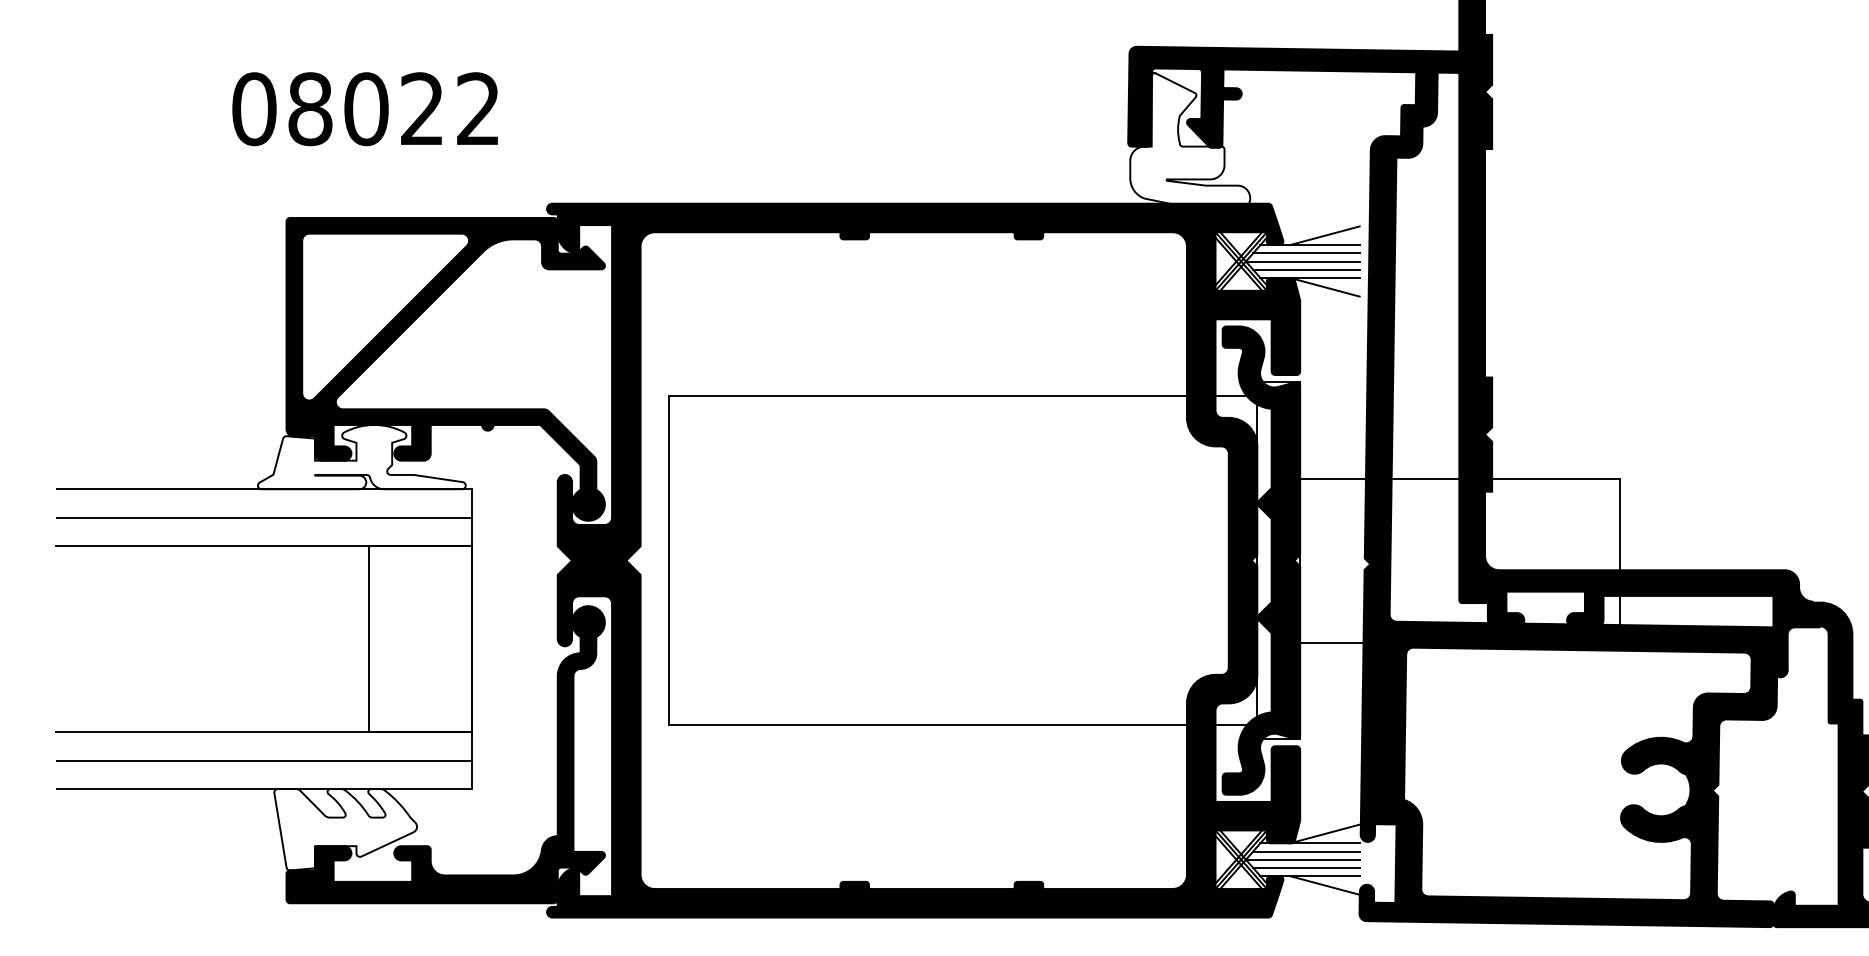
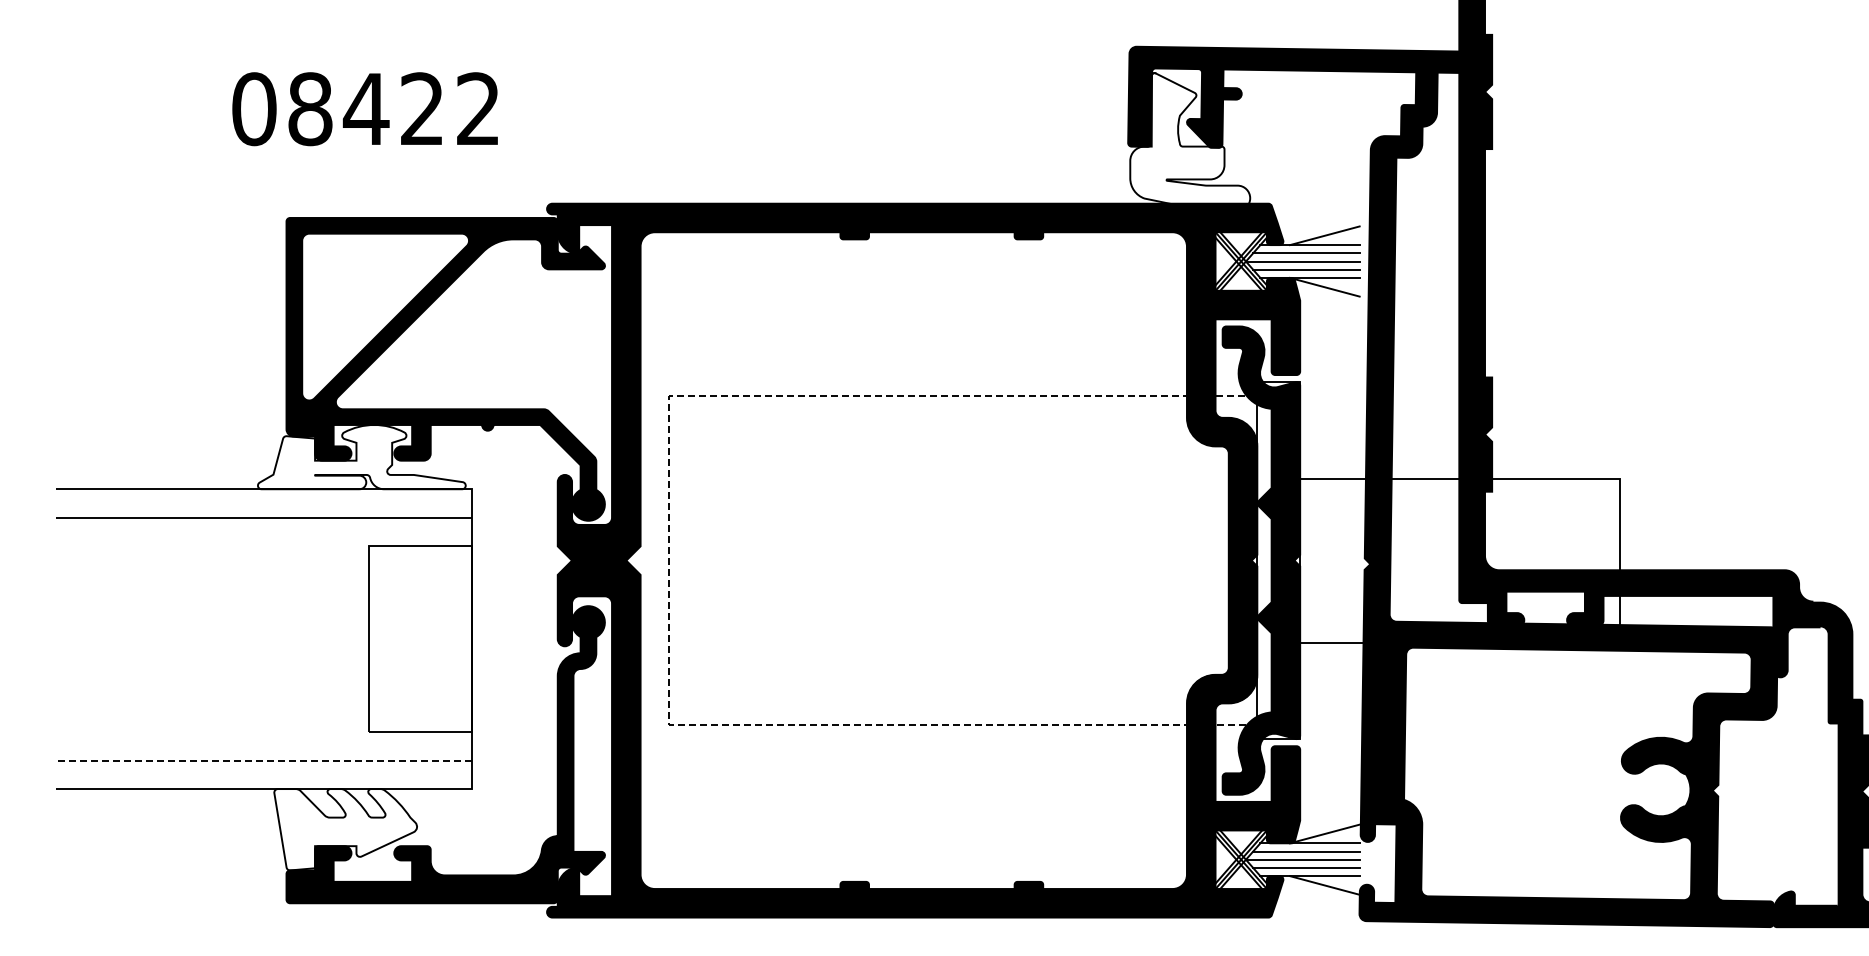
text at (365, 109): 08022 -> 08422
line at (264, 546): present -> none
line at (669, 560): solid -> dashed
line at (264, 731): present -> none
line at (263, 760): solid -> dashed
